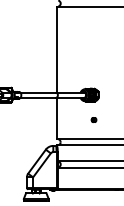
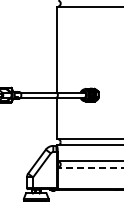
part at (93, 119): present -> none
line at (90, 167): solid -> dashed
